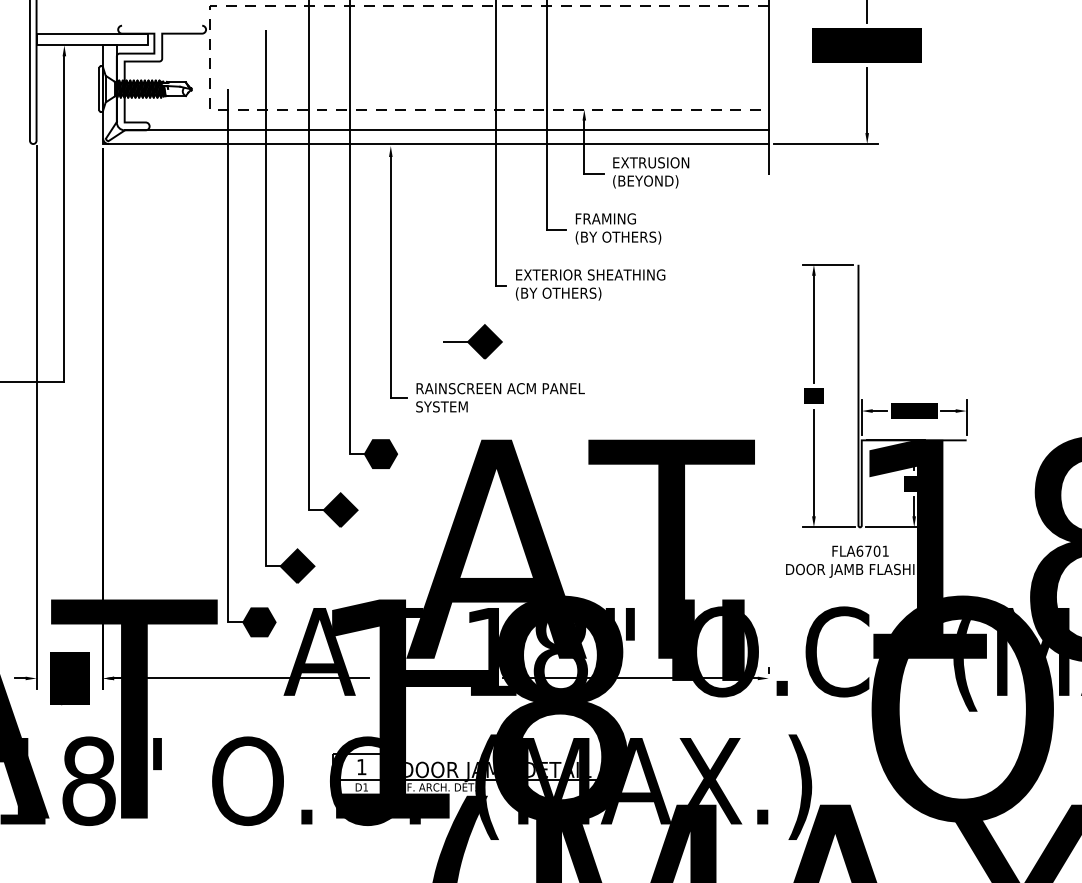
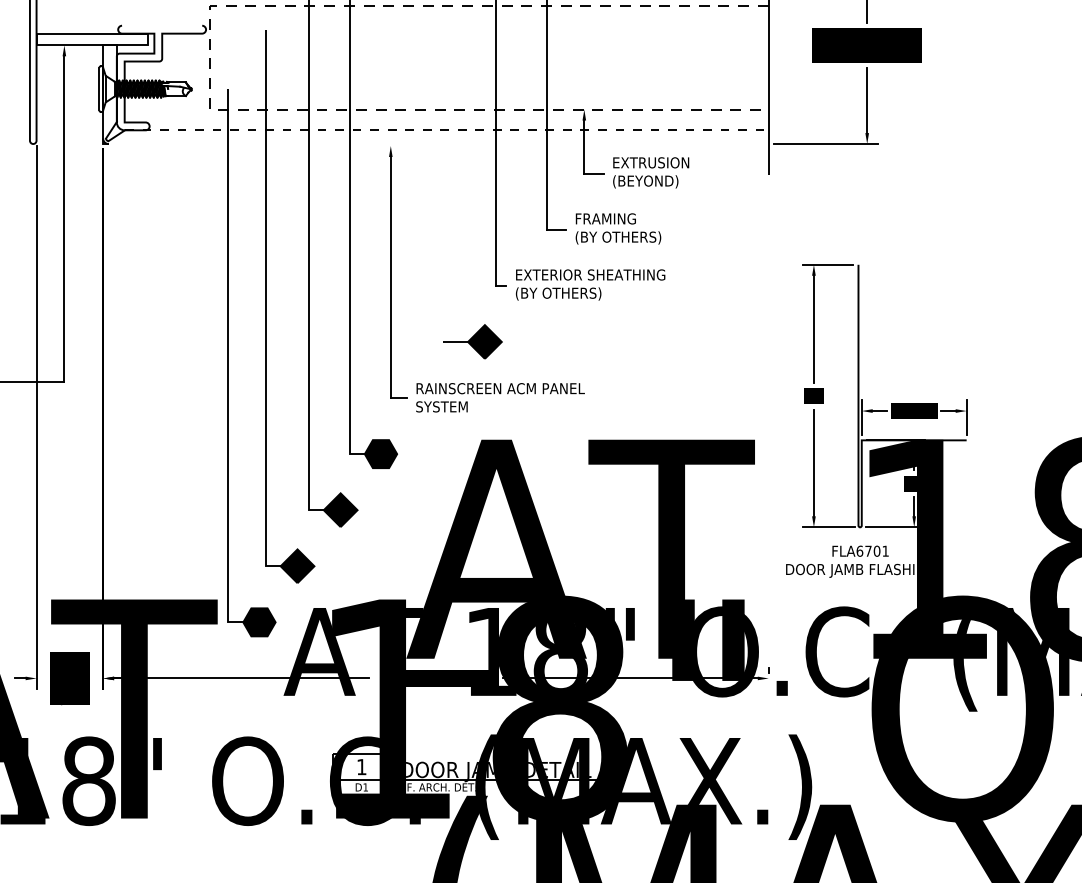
line at (446, 130): solid -> dashed
line at (438, 144): present -> none
